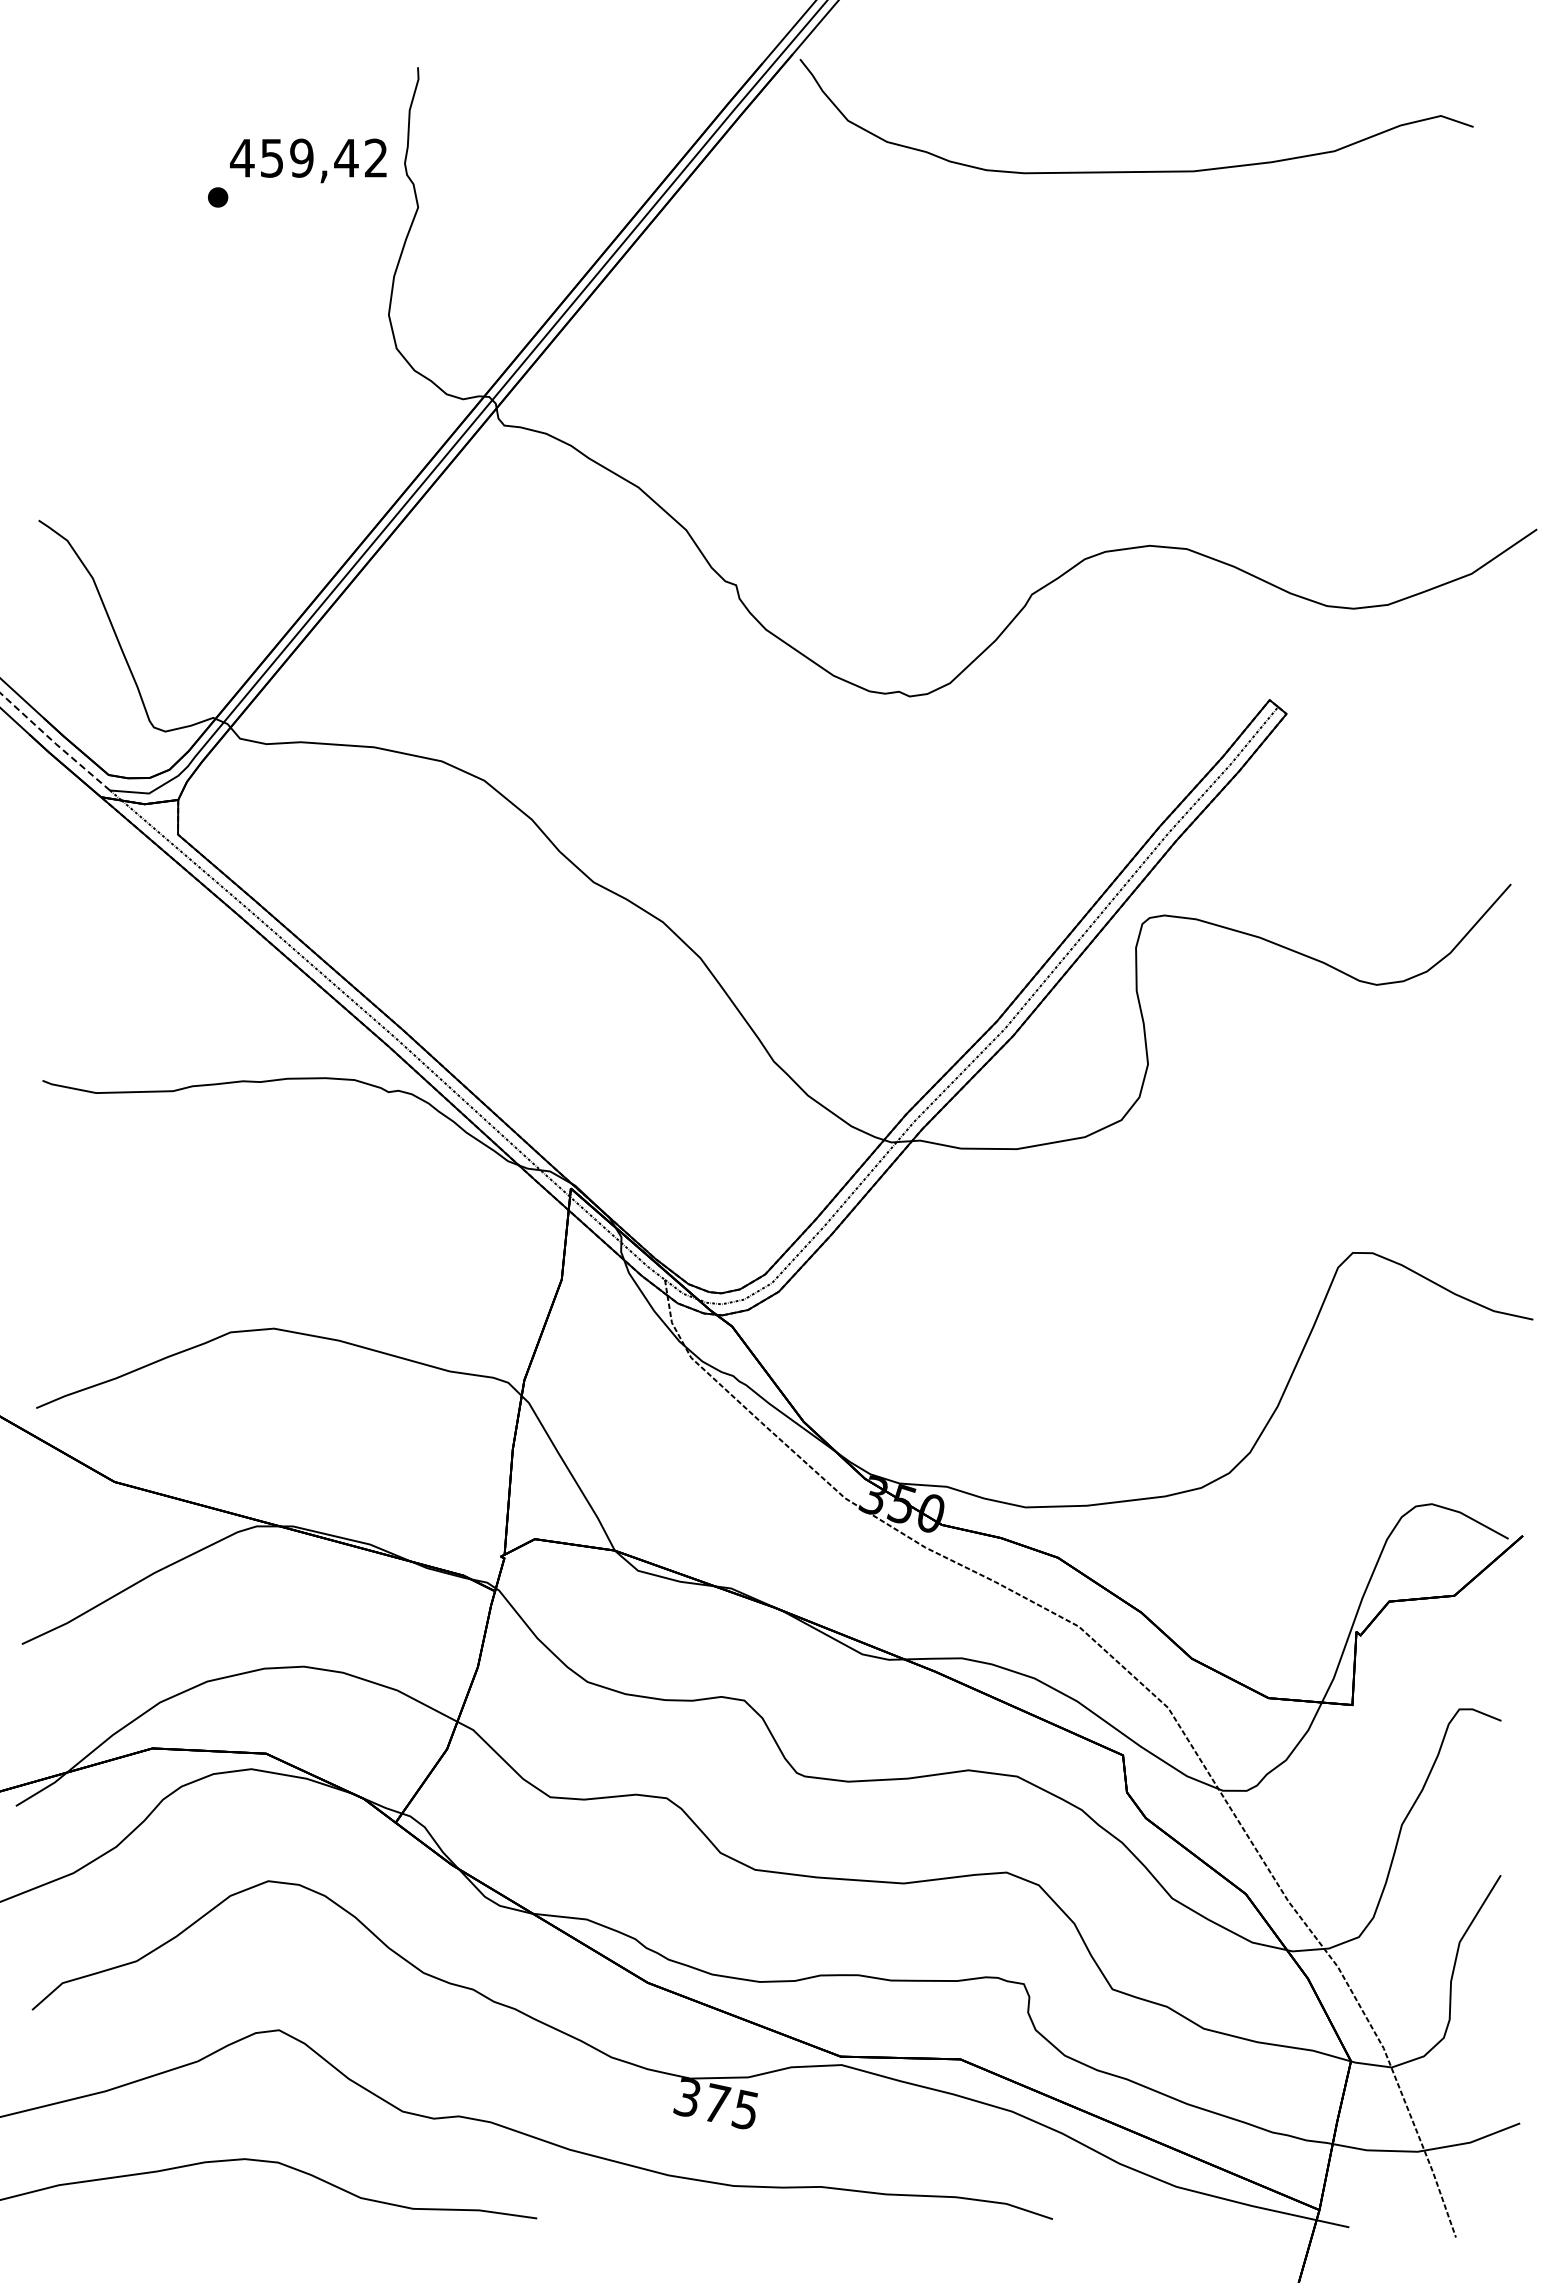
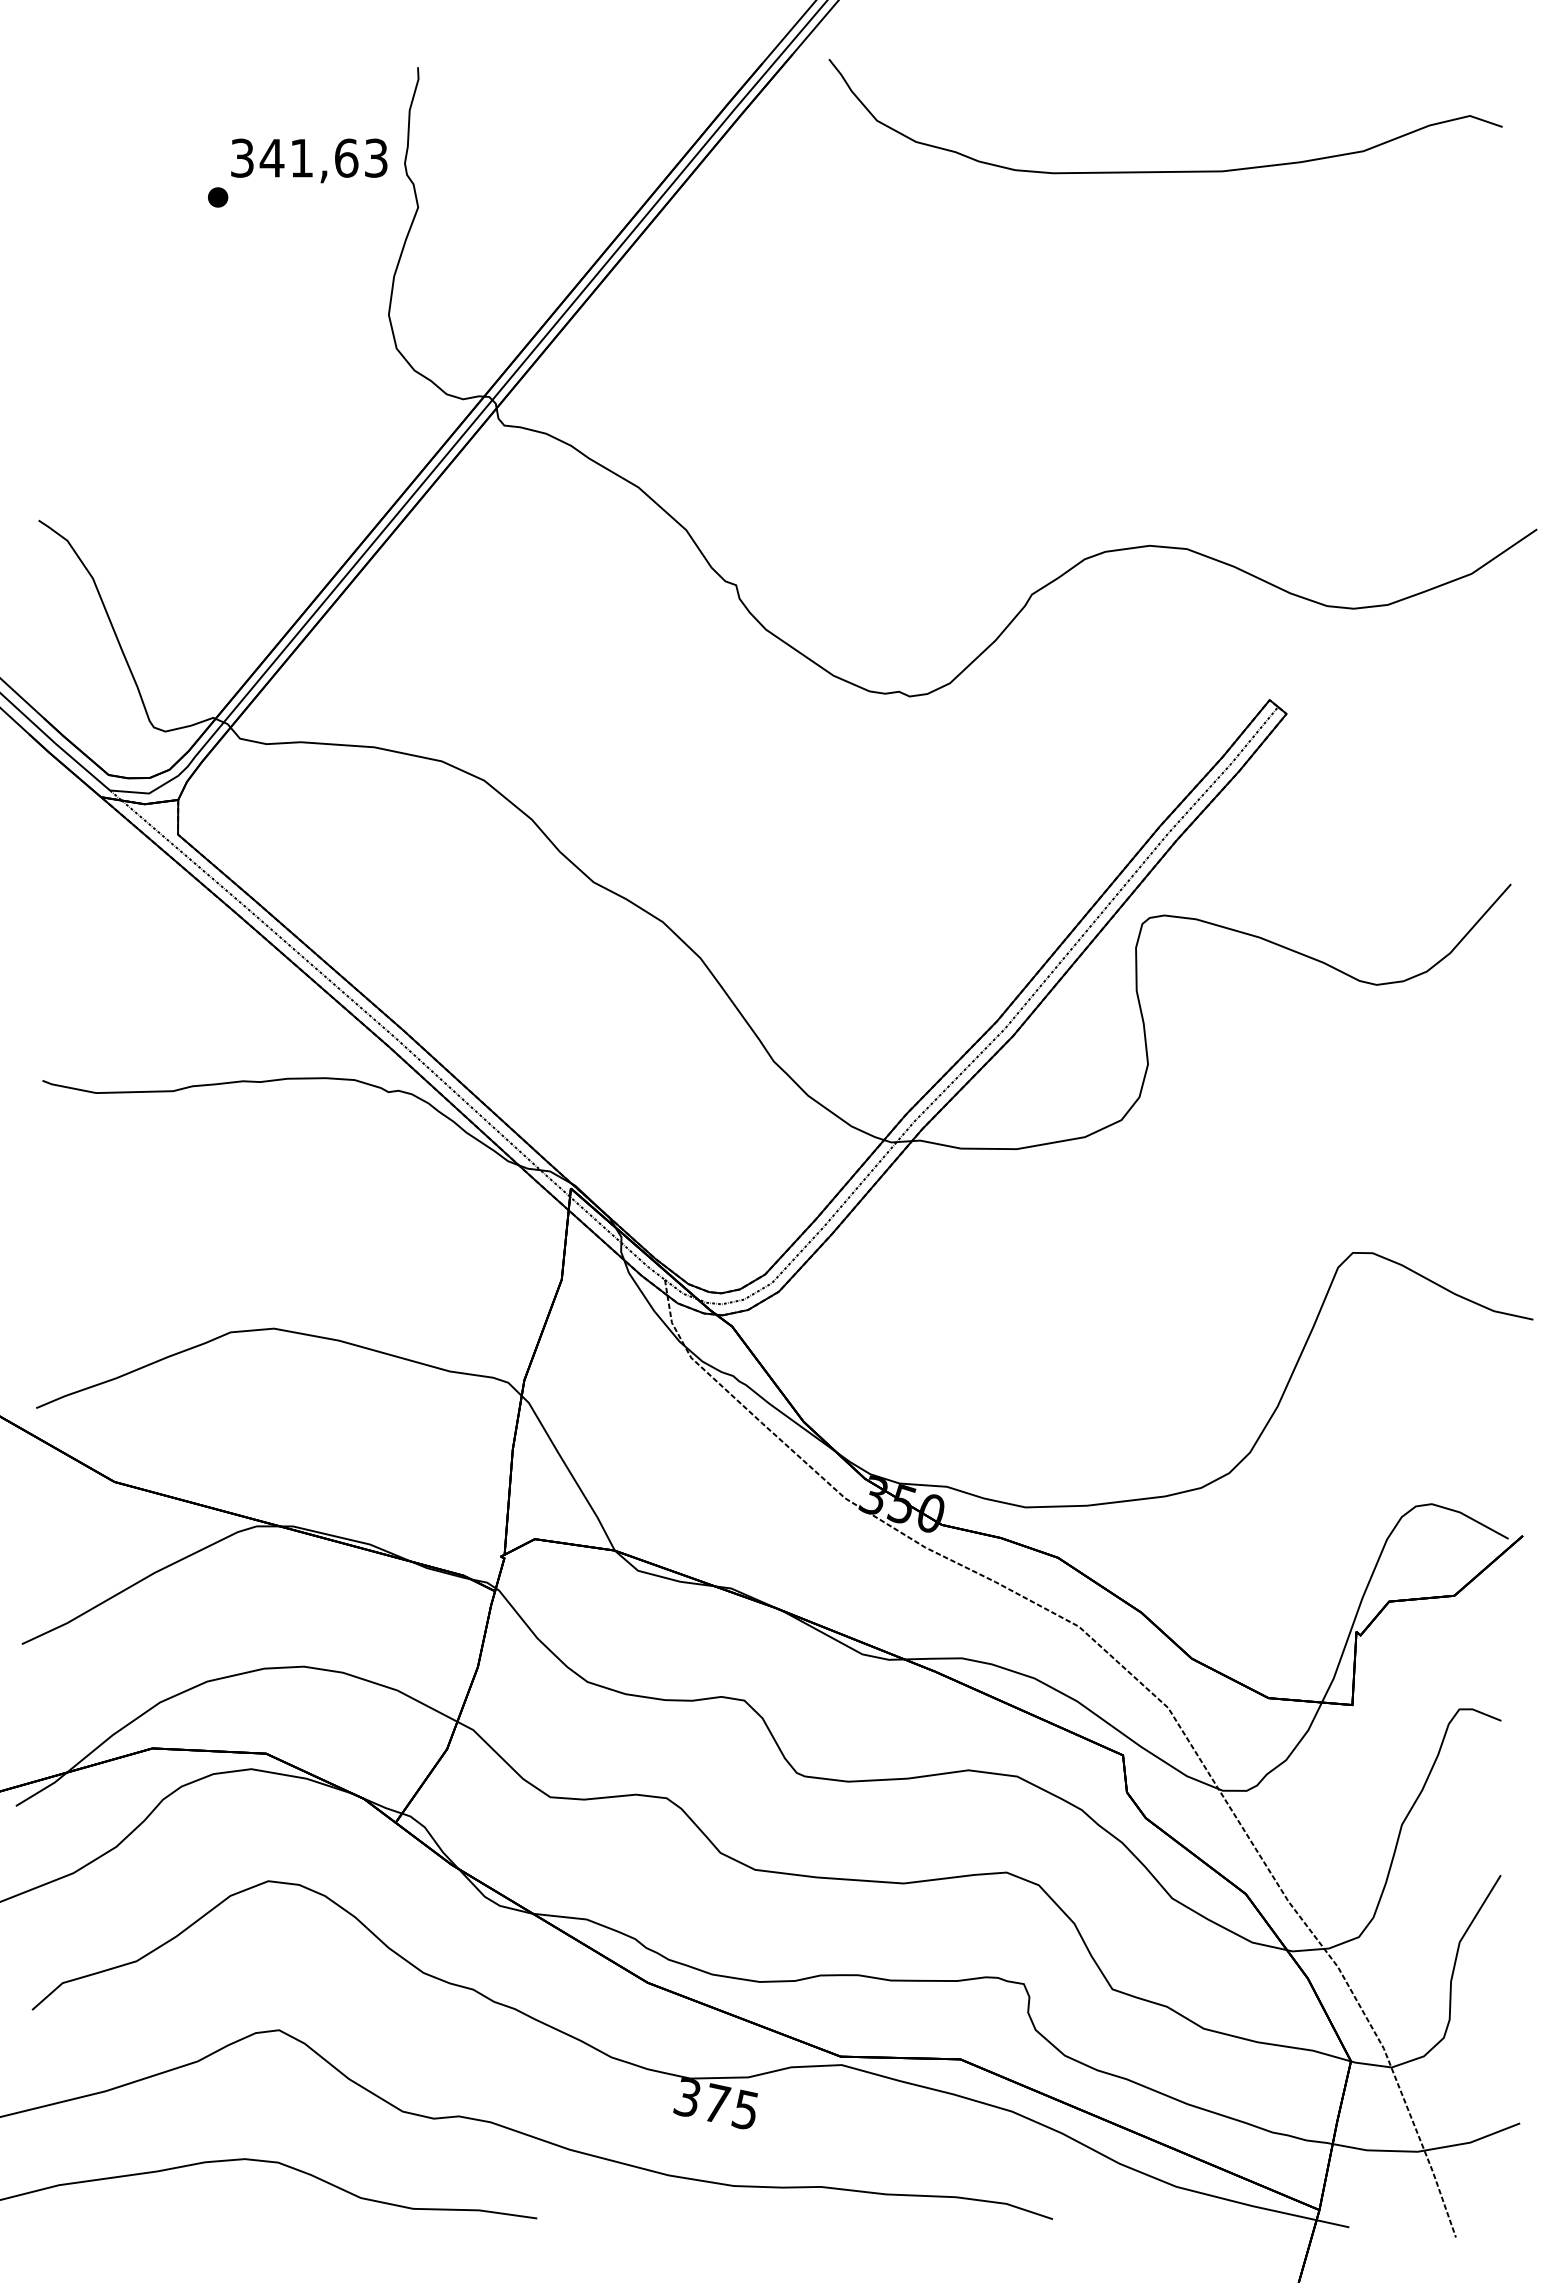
text at (308, 157): 459,42 -> 341,63
curve at (1136, 171) position: (1136, 171) -> (1165, 171)
line at (54, 742): dashed -> solid
